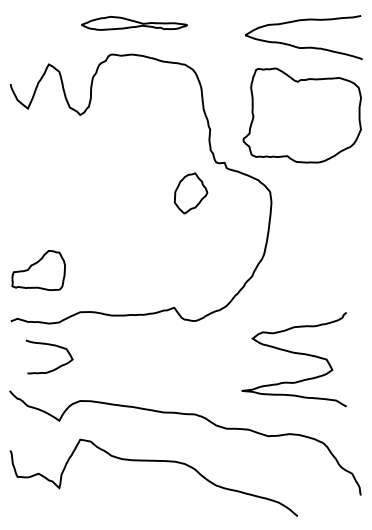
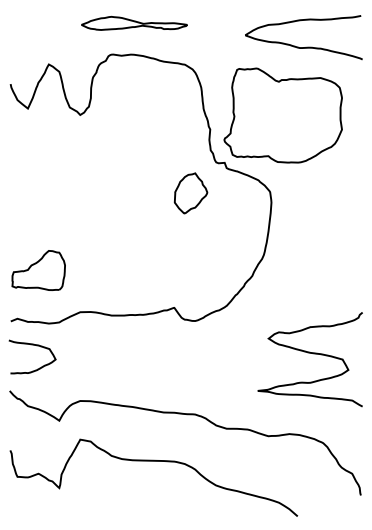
part at (301, 115) position: (301, 115) -> (282, 115)
curve at (53, 346) position: (53, 346) -> (36, 346)
curve at (293, 353) position: (293, 353) -> (309, 353)
